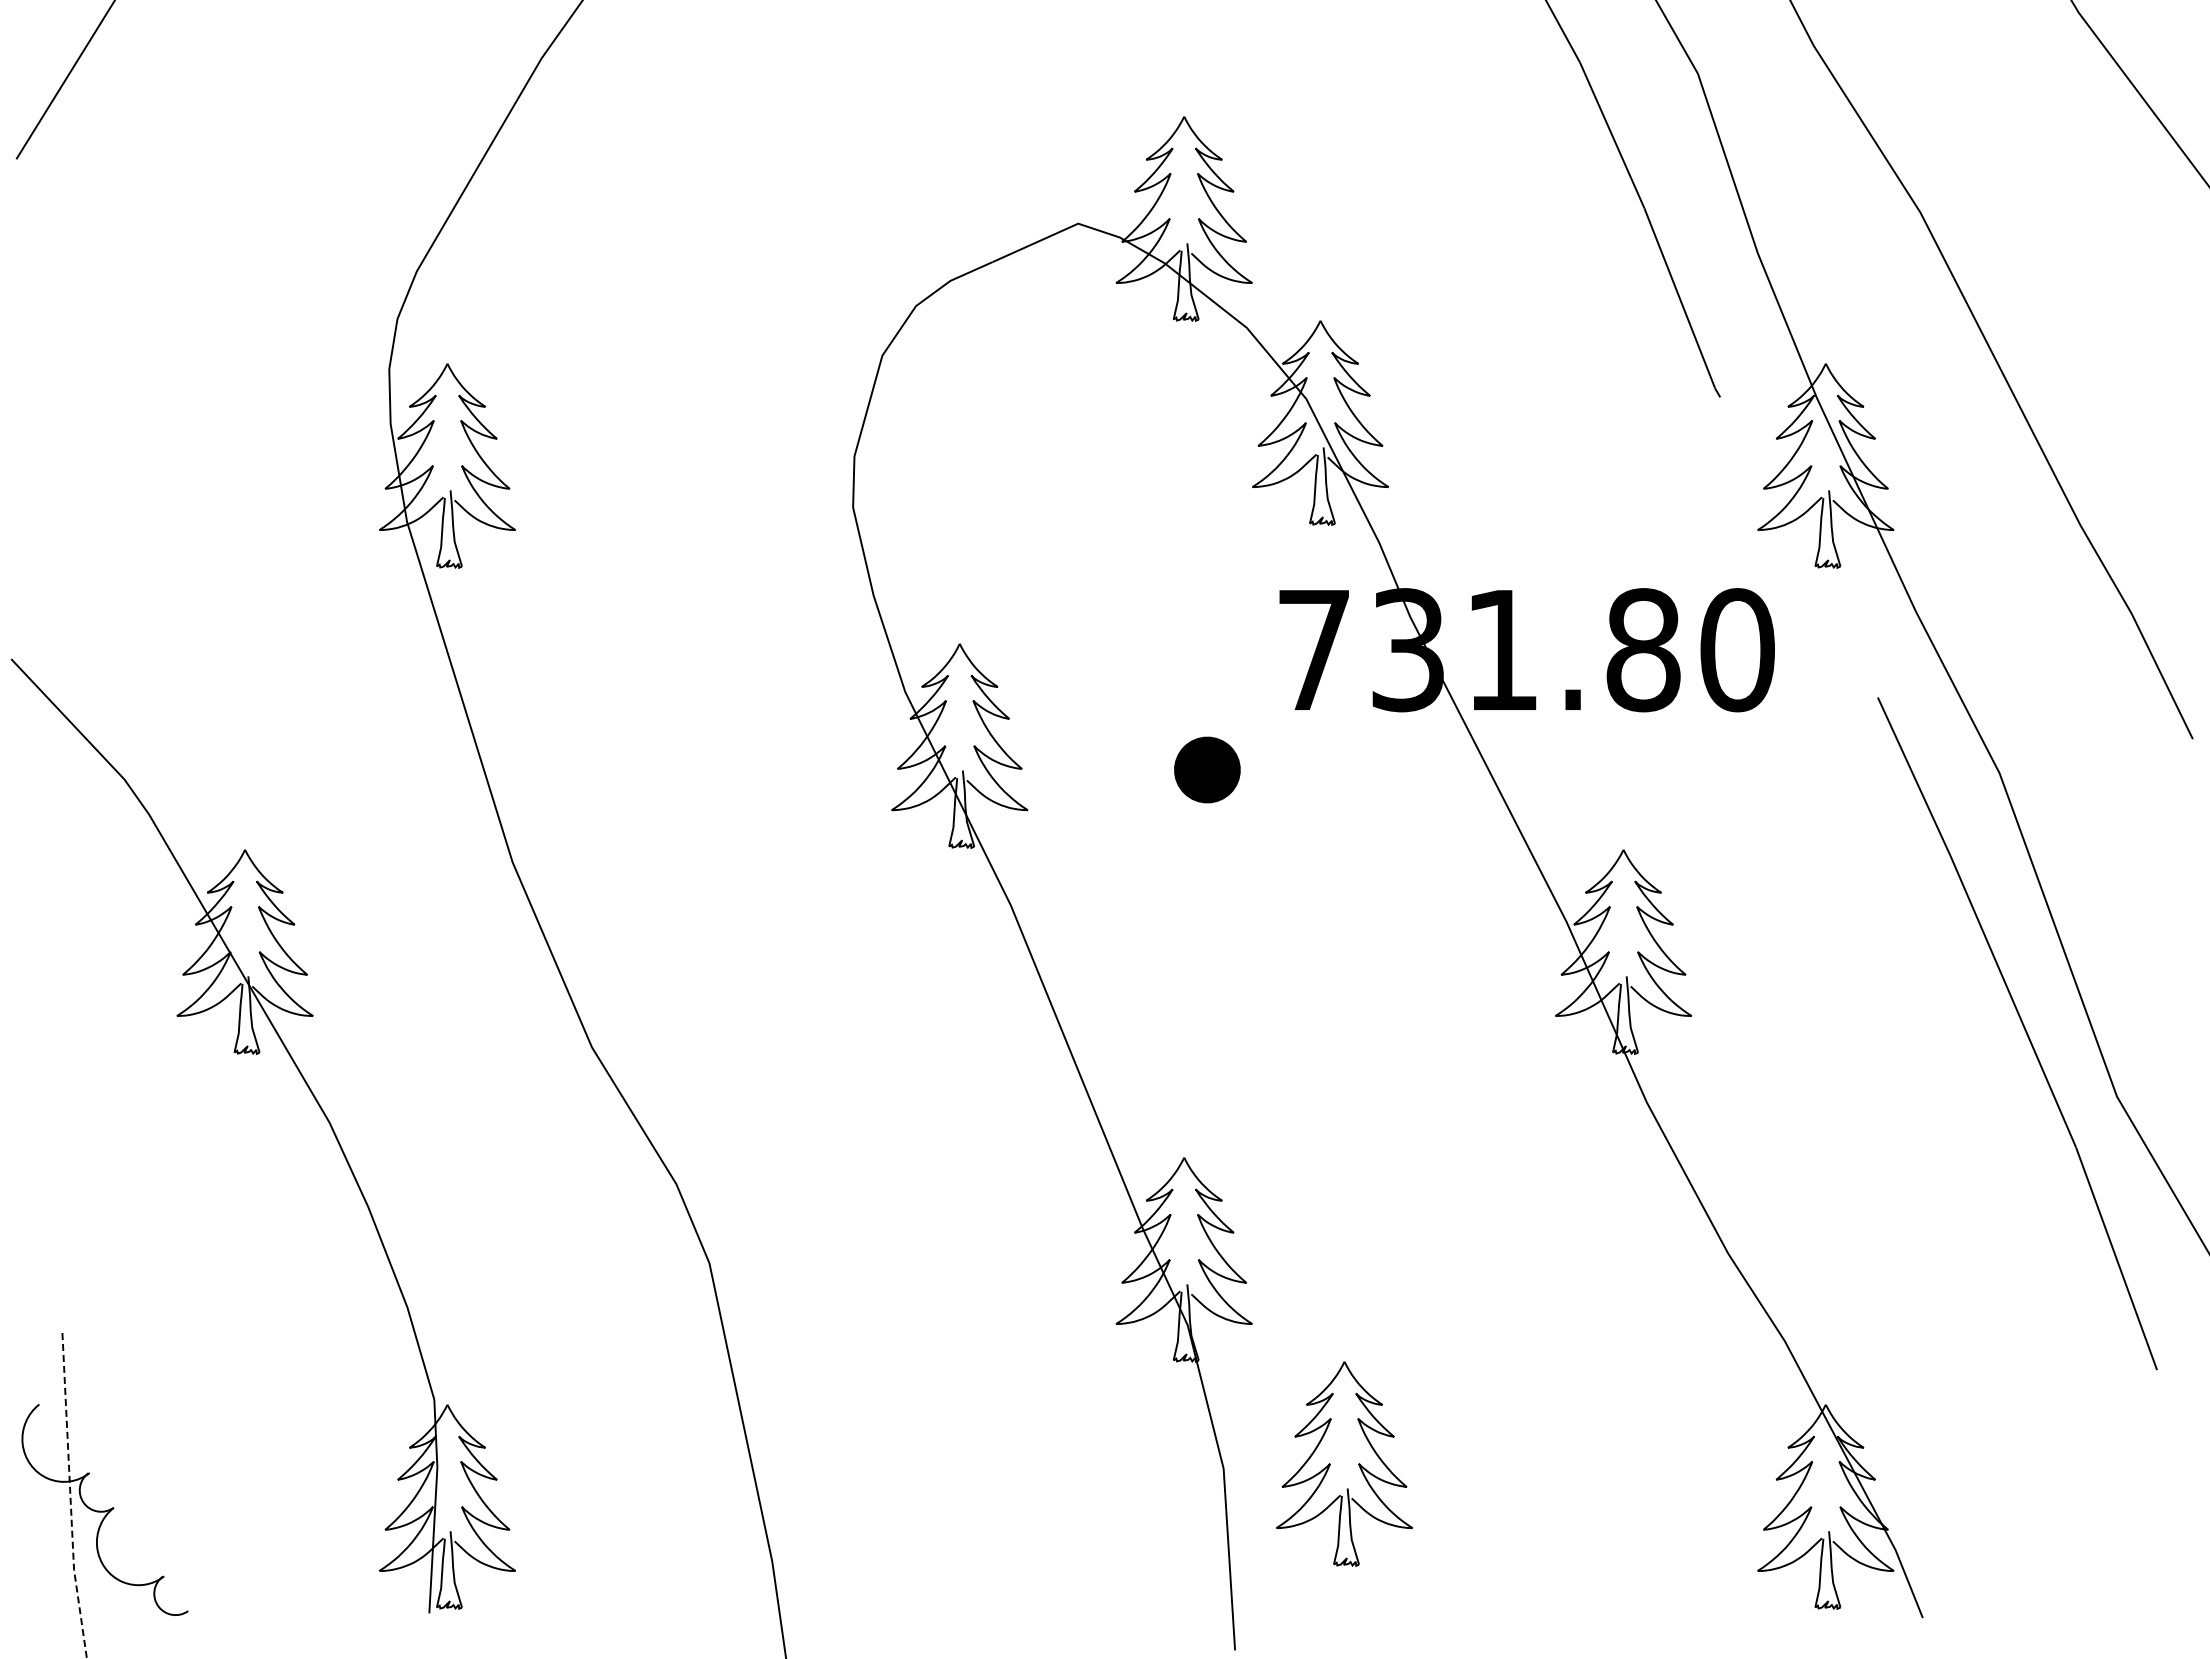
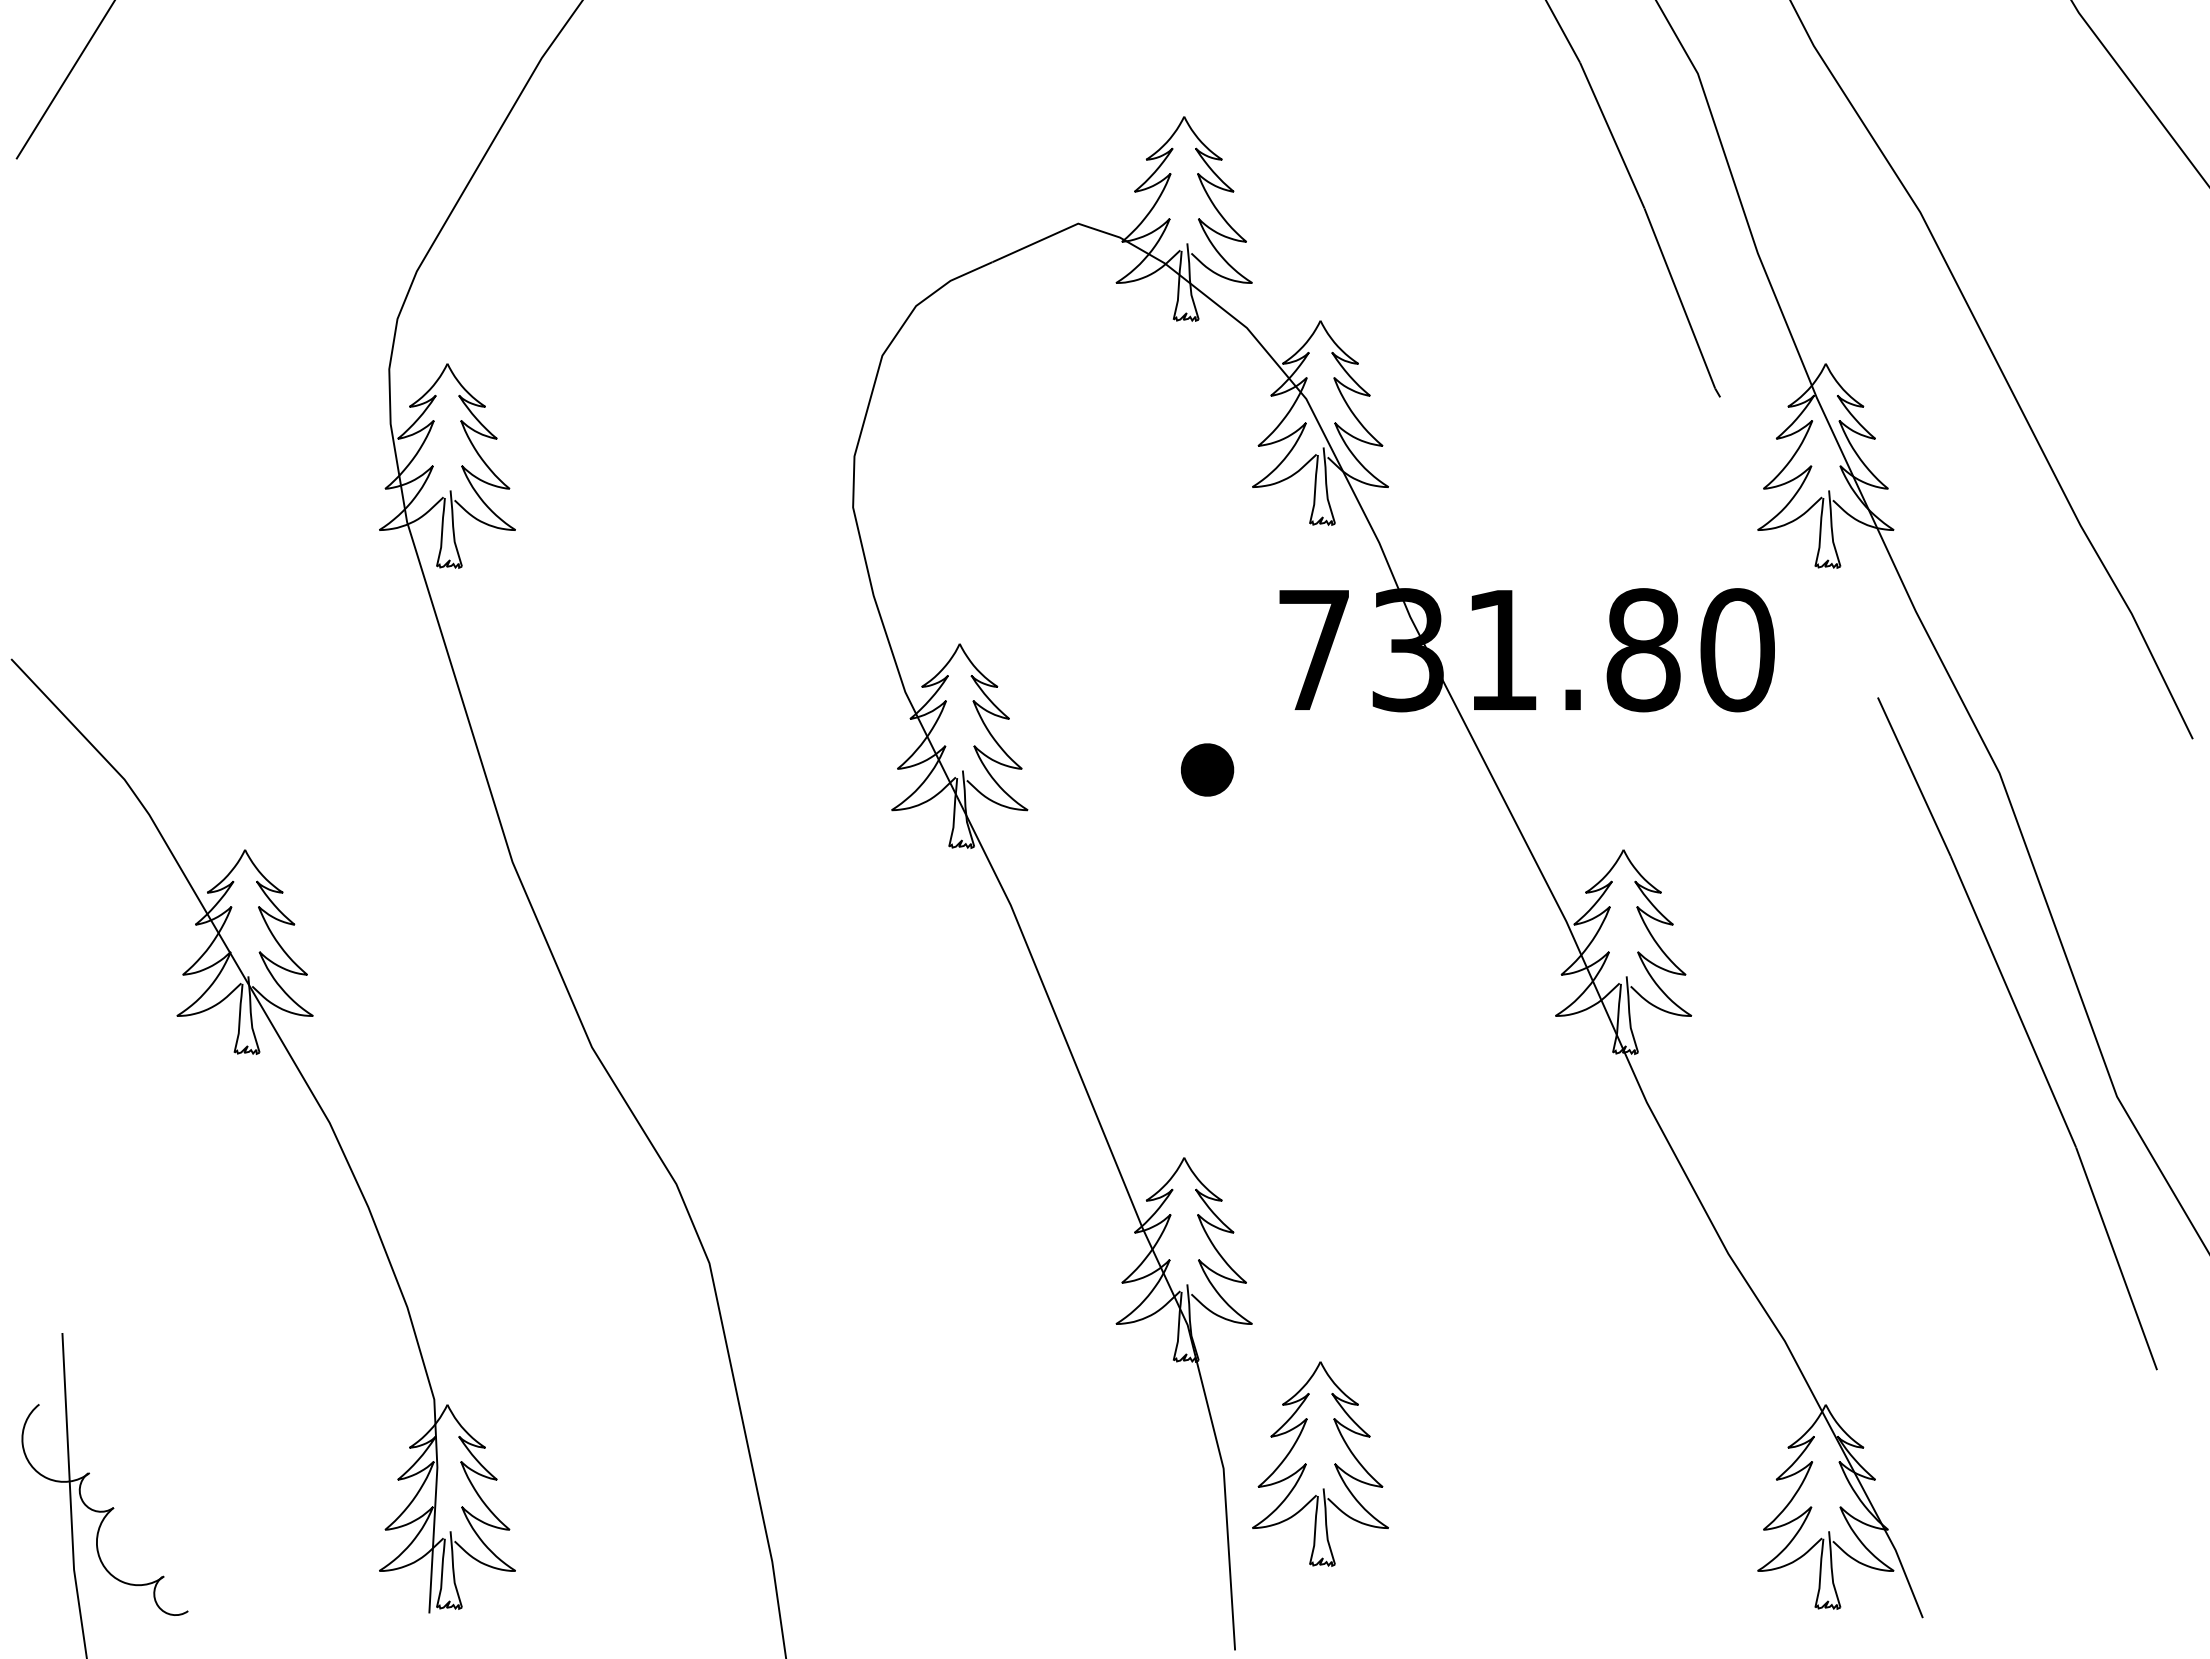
part at (1207, 769) size: 67x68 px -> 54x54 px
part at (1330, 1463) position: (1330, 1463) -> (1306, 1463)
line at (70, 1497): dashed -> solid
